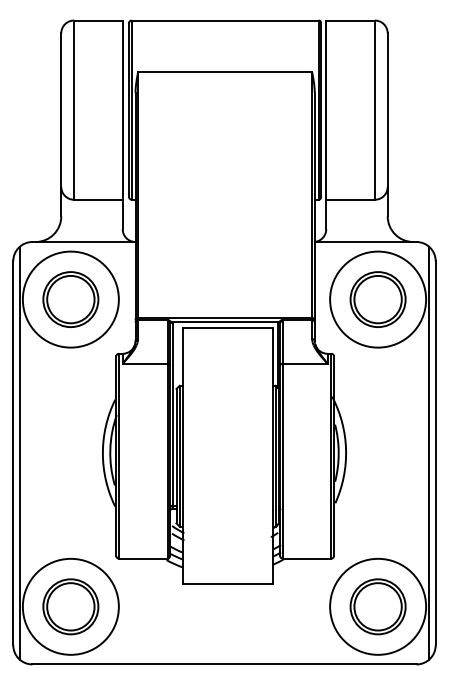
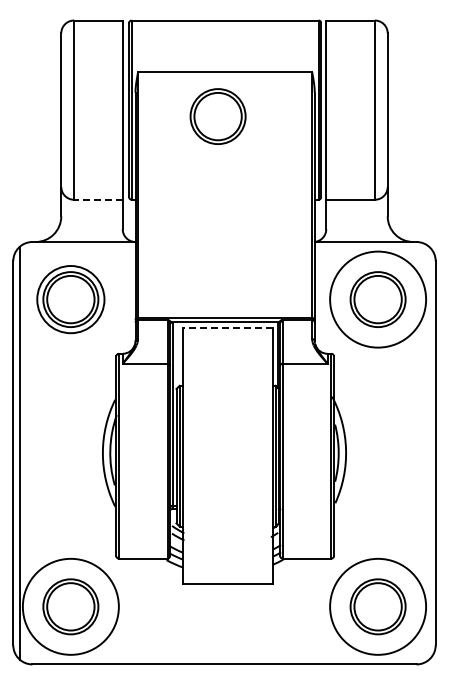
part at (217, 116): none -> present
line at (97, 199): solid -> dashed
circle at (70, 299) diameter: 96 px -> 67 px
line at (227, 328): solid -> dashed
line at (429, 452): present -> none
